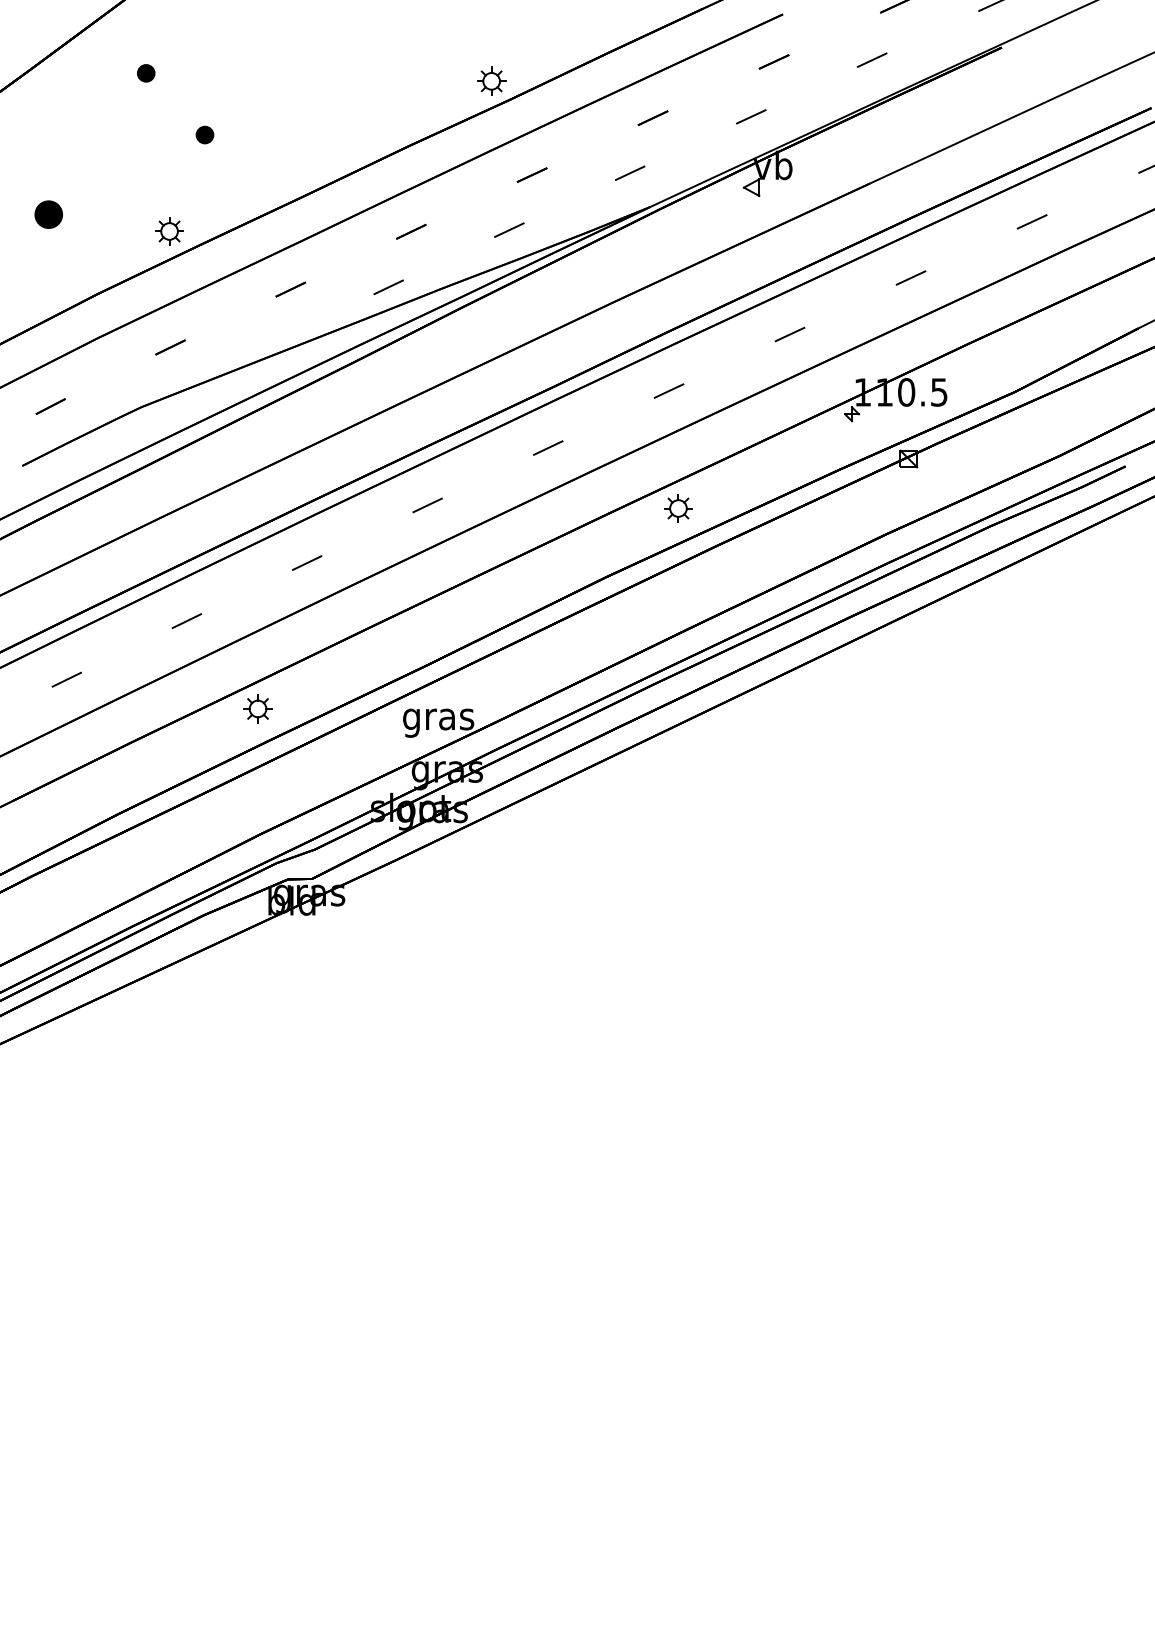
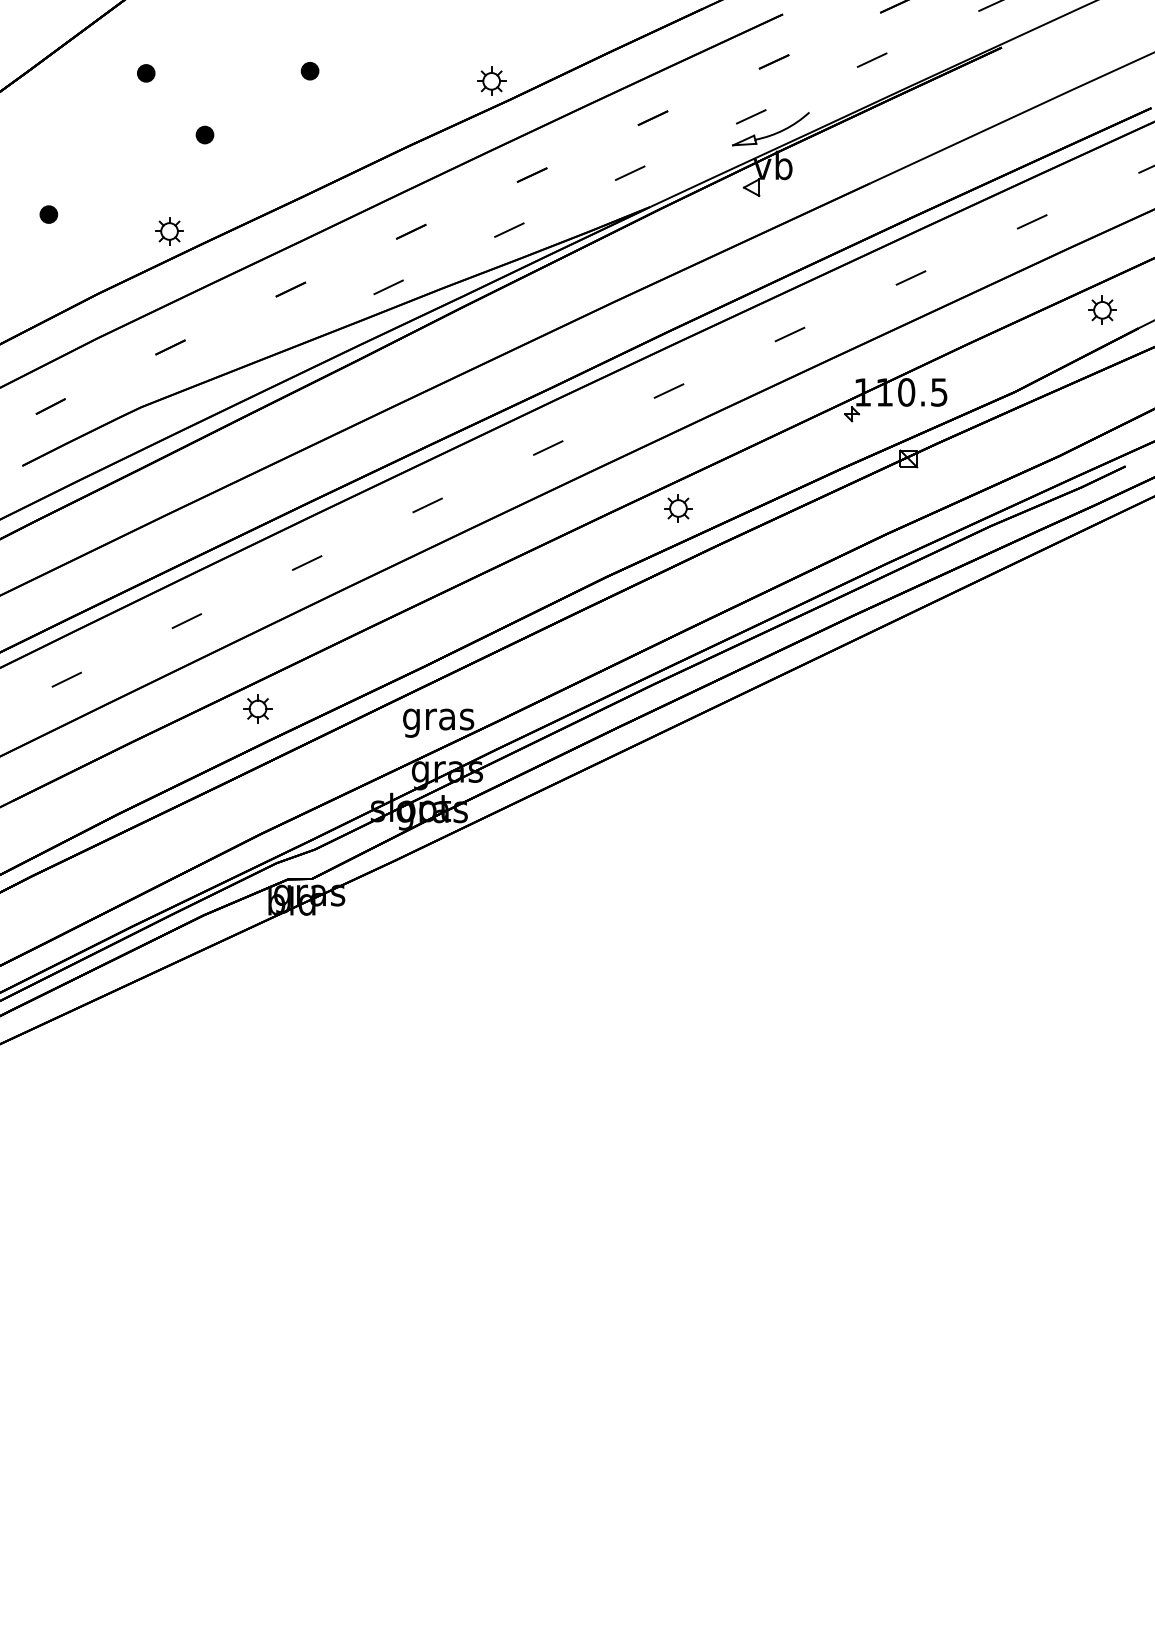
part at (309, 71): none -> present
part at (770, 129): none -> present
part at (48, 214) size: 29x29 px -> 20x19 px
part at (1102, 309): none -> present
